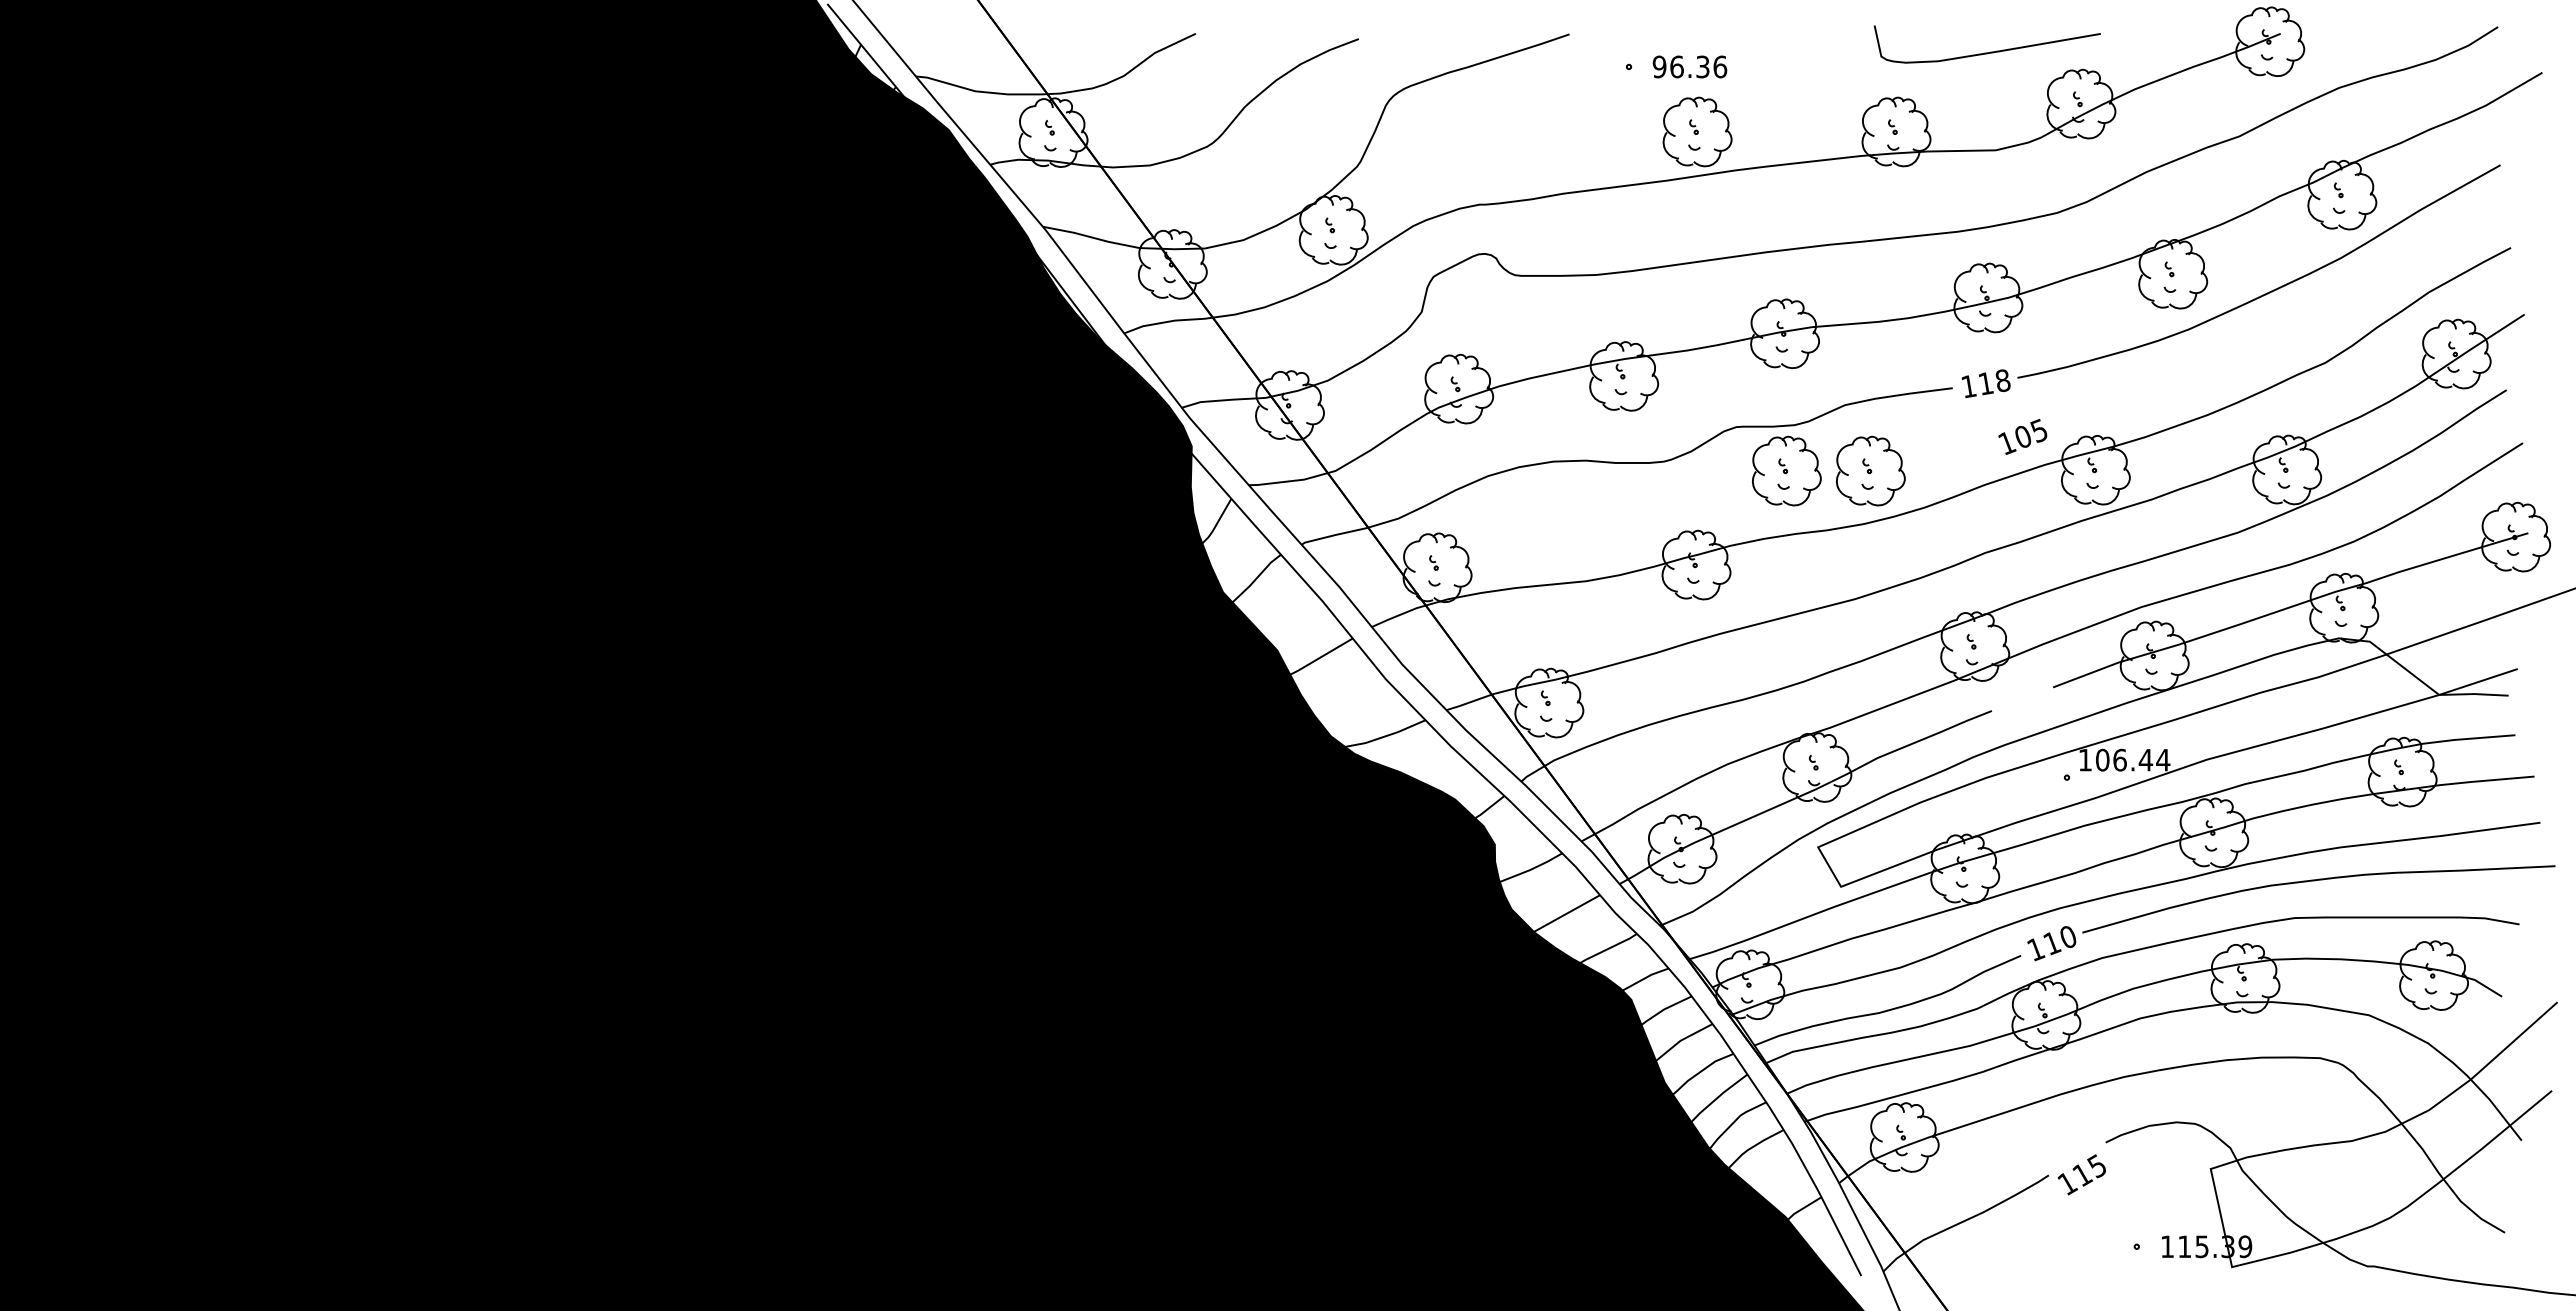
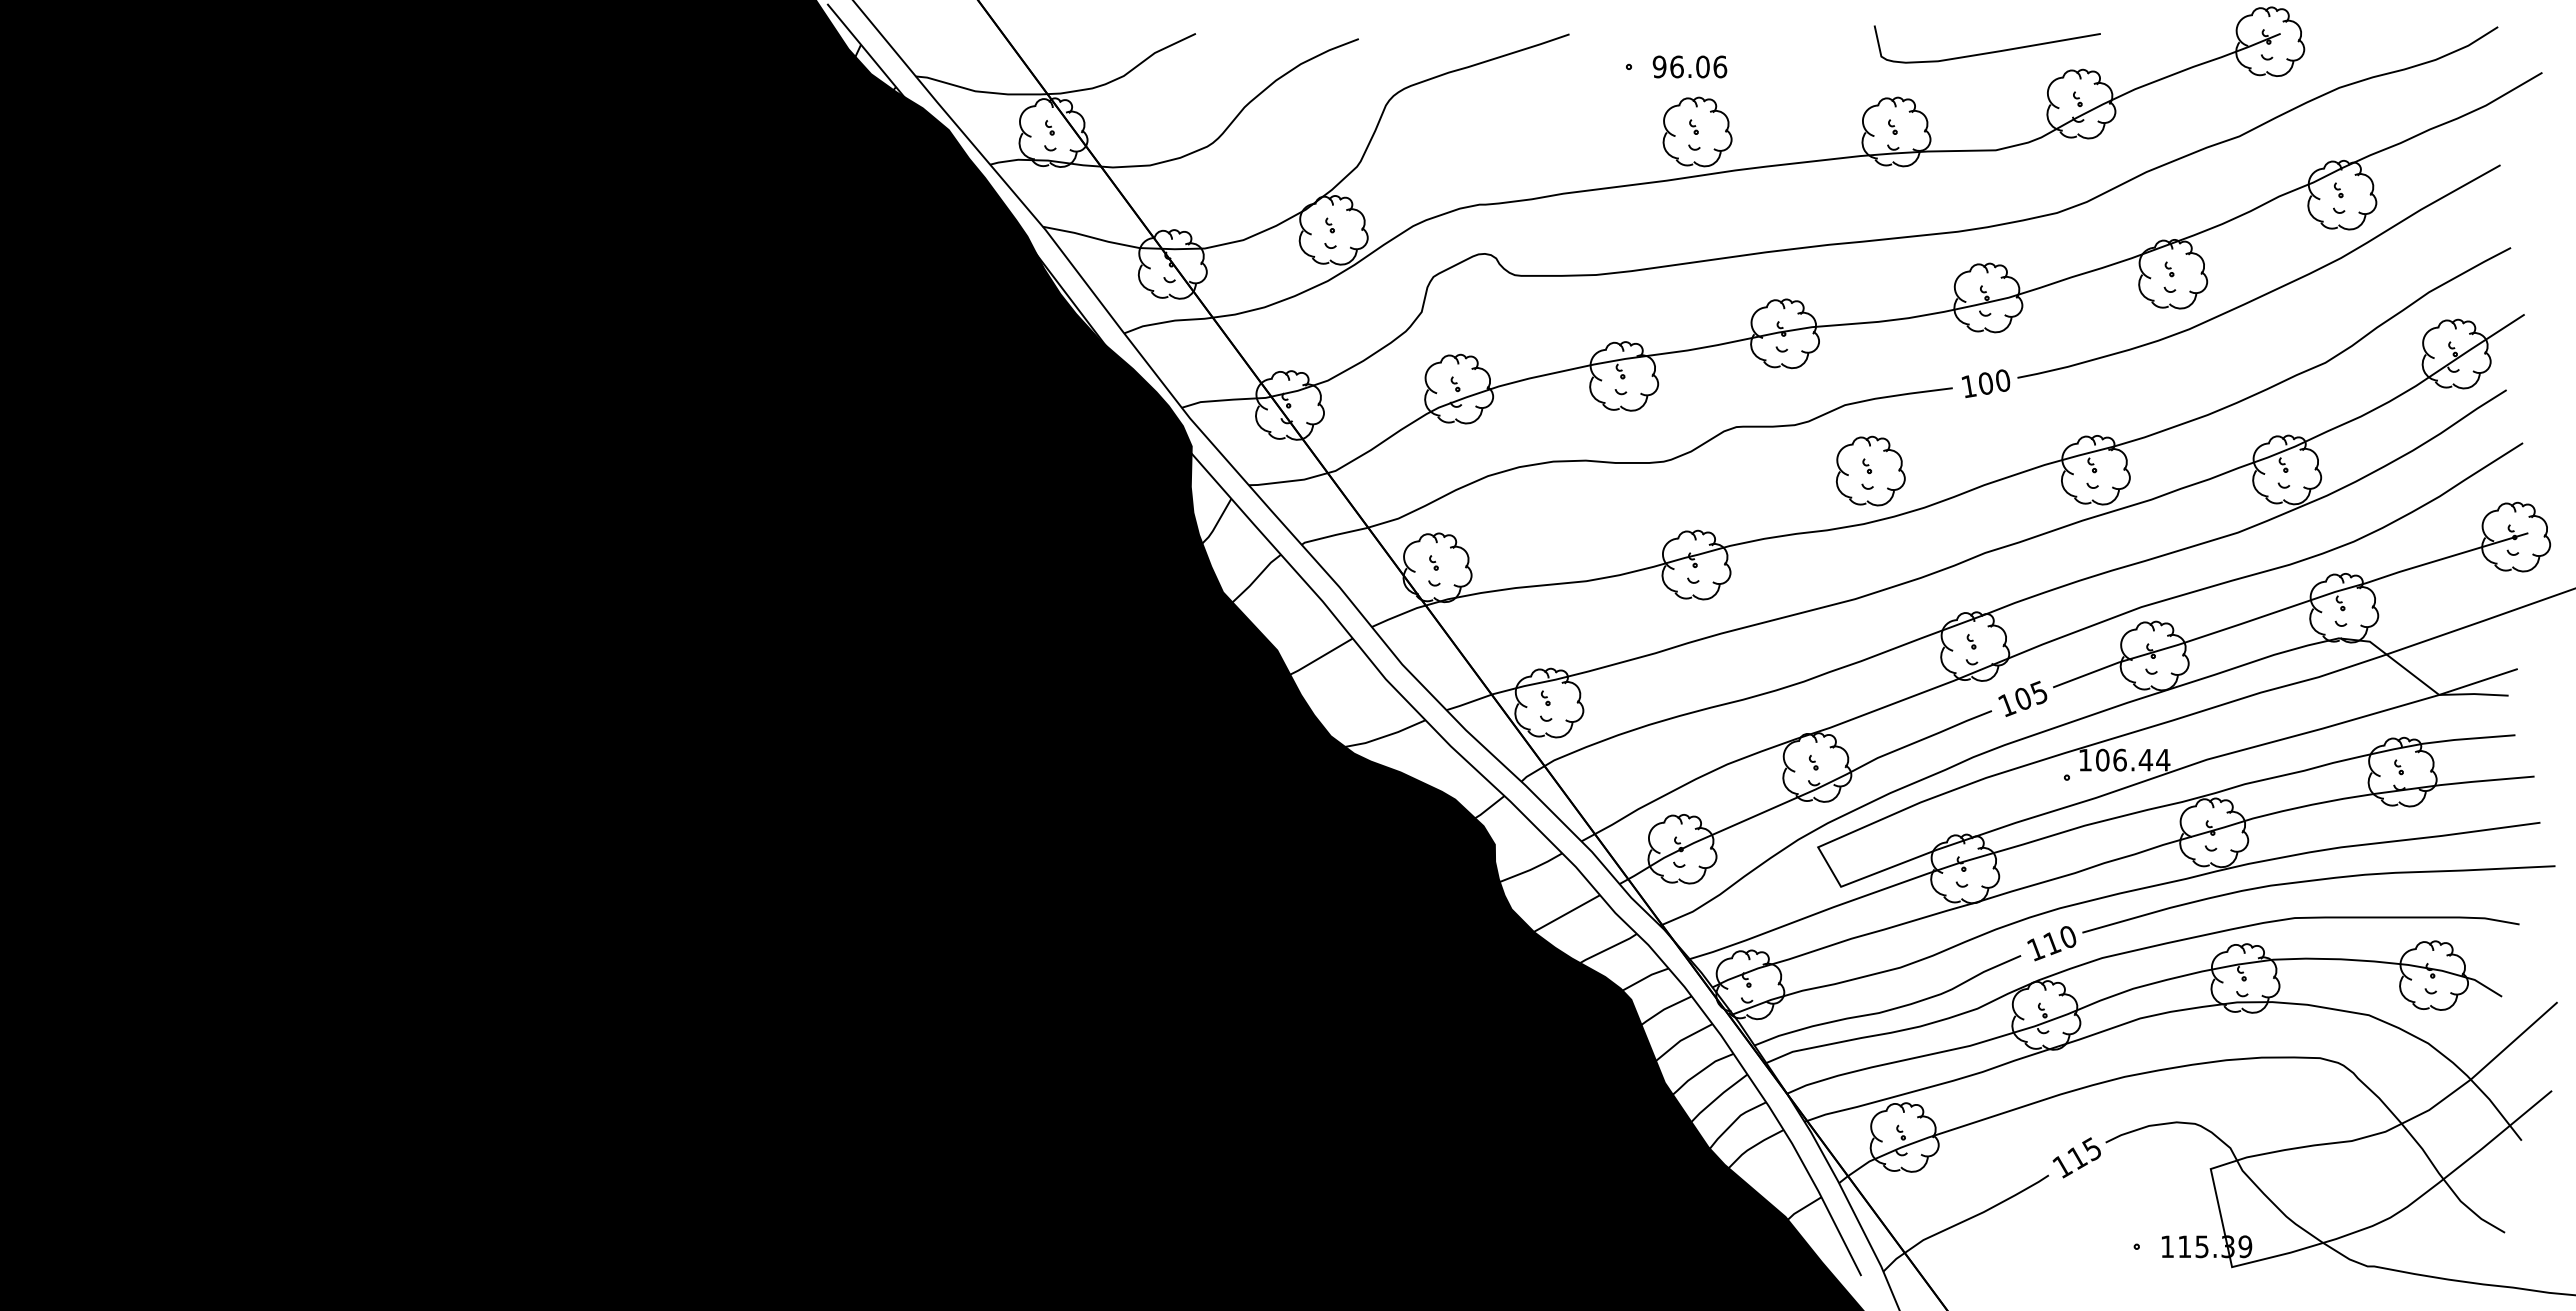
text at (1702, 66): 96.36 -> 96.06
text at (1994, 382): 118 -> 100
text at (2022, 436) position: (2022, 436) -> (2022, 698)
part at (1786, 470): present -> none
text at (2081, 1174) position: (2081, 1174) -> (2076, 1157)
